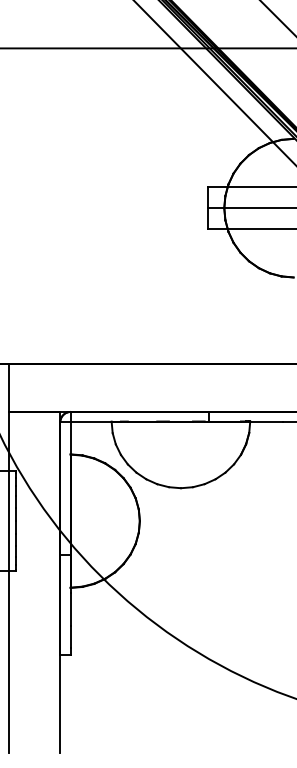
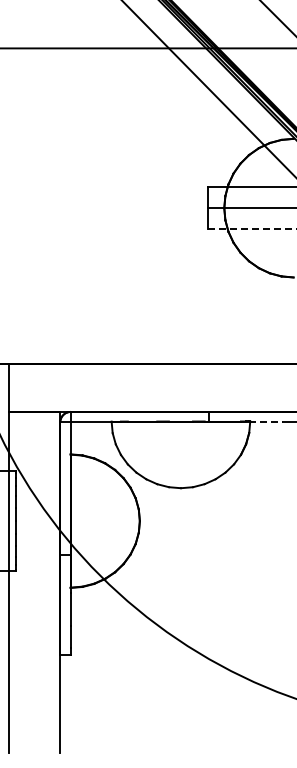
line at (214, 82) position: (214, 82) -> (208, 88)
line at (252, 228): solid -> dashed
line at (266, 421): solid -> dashed
